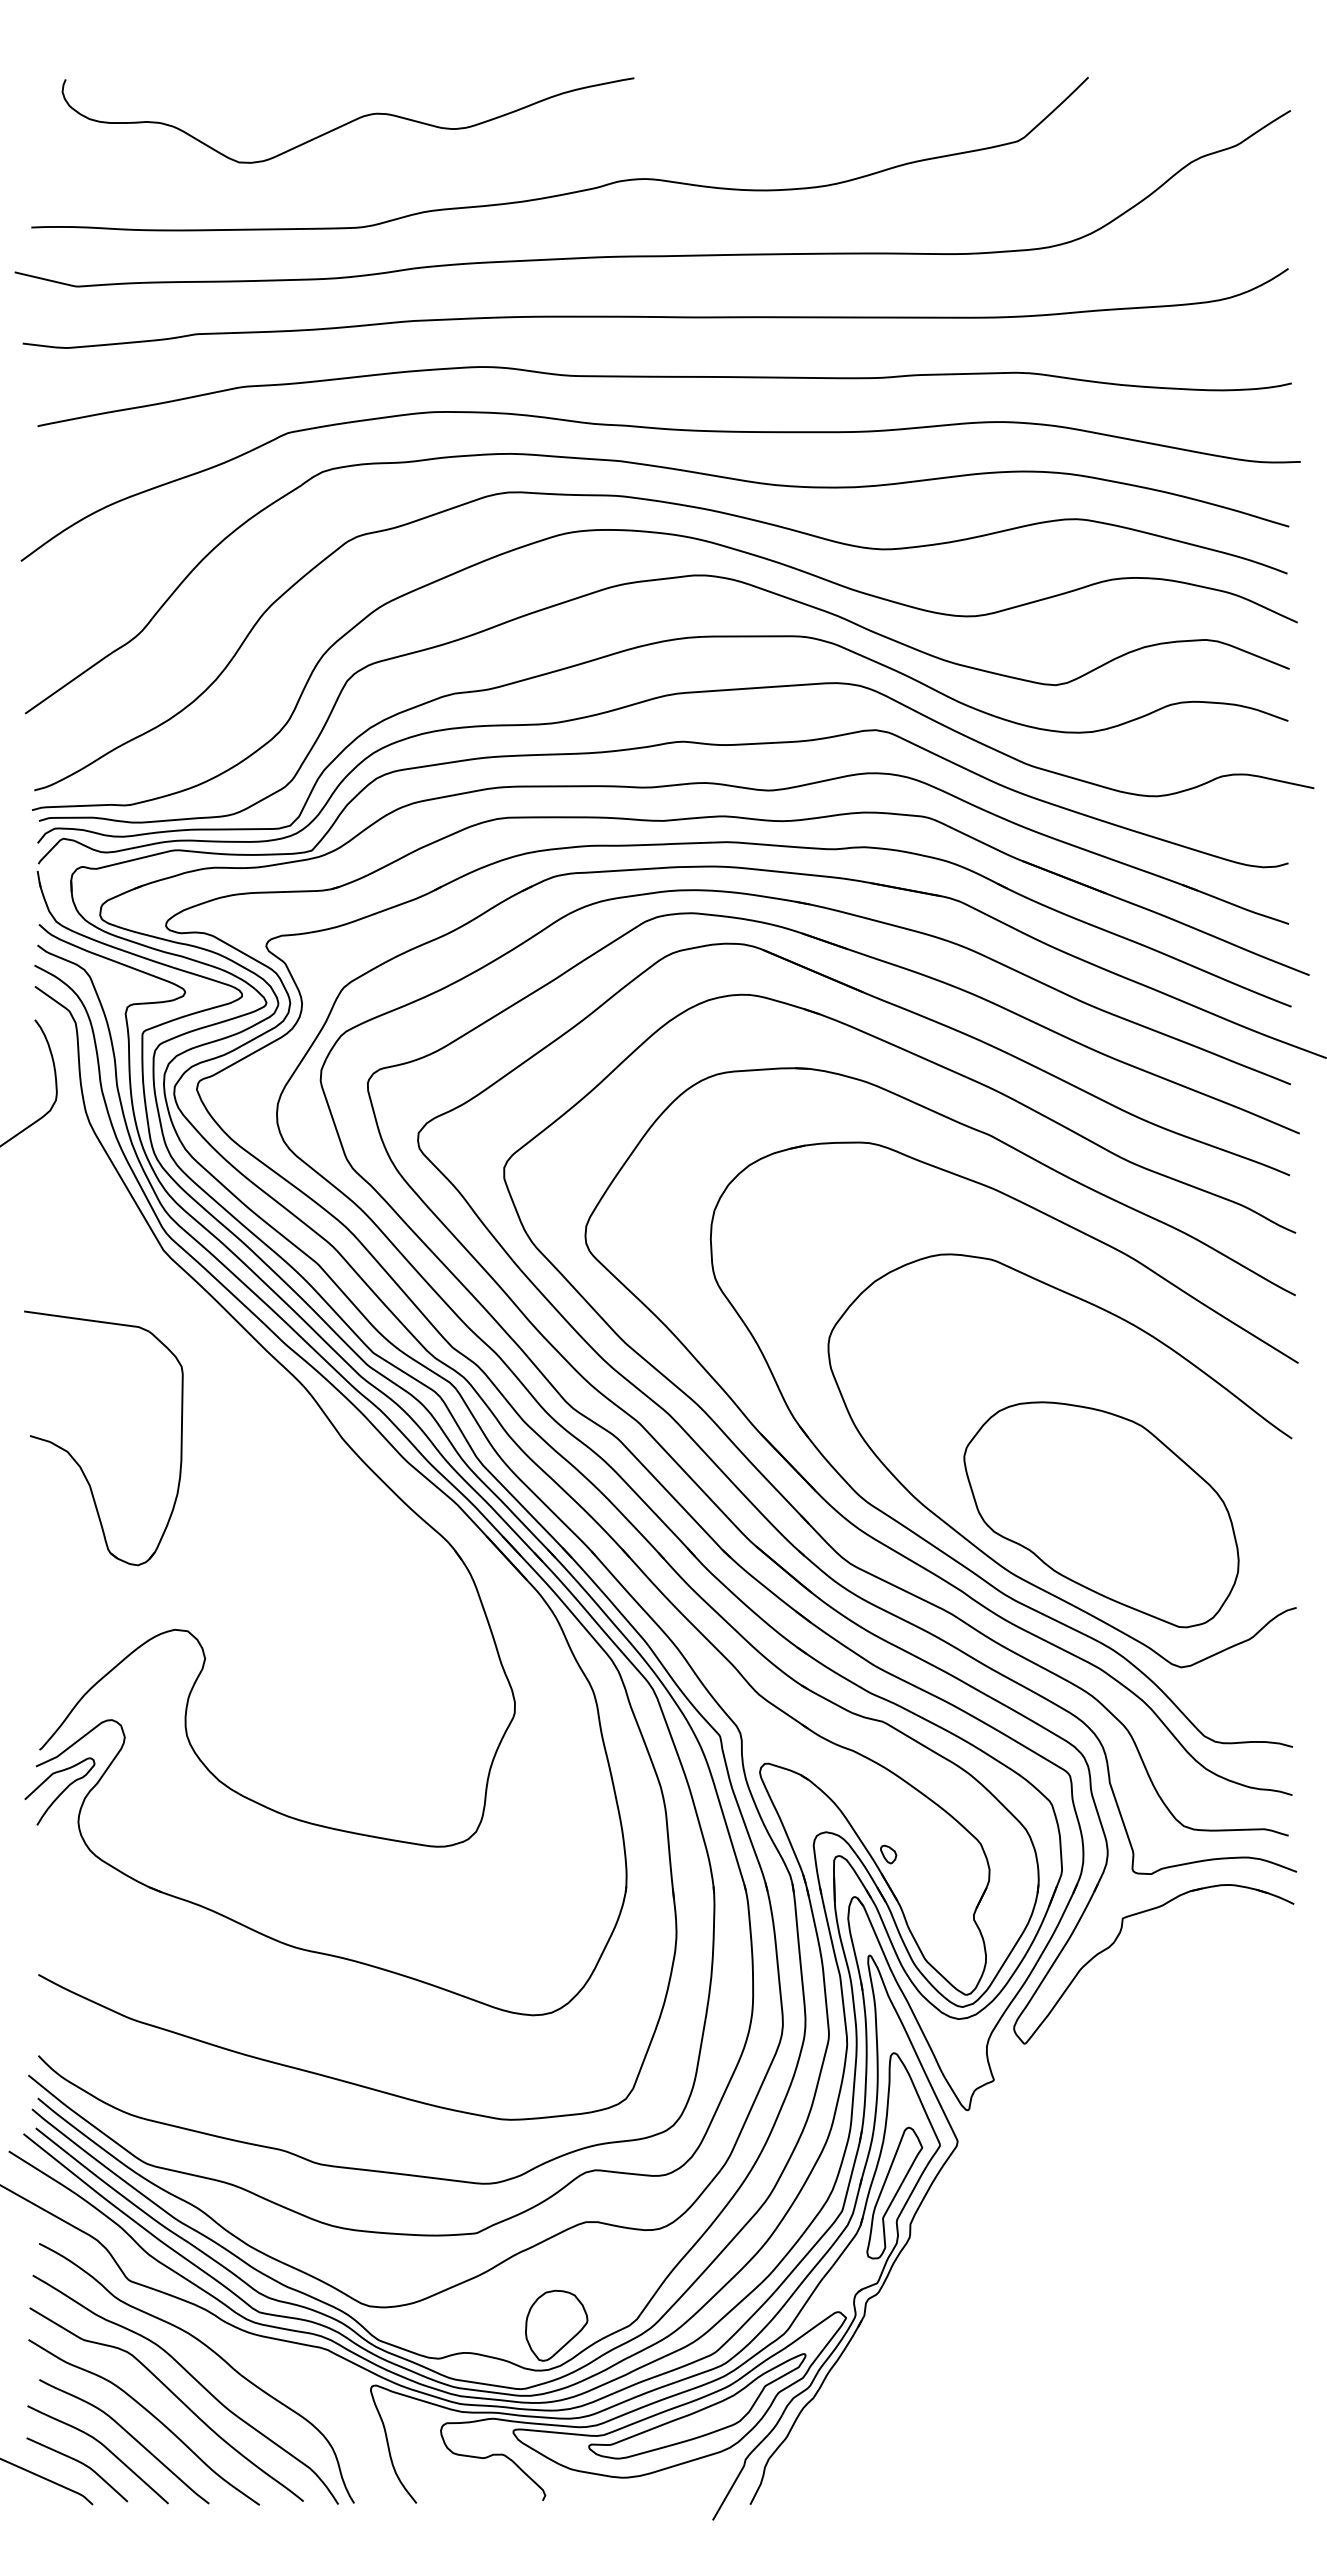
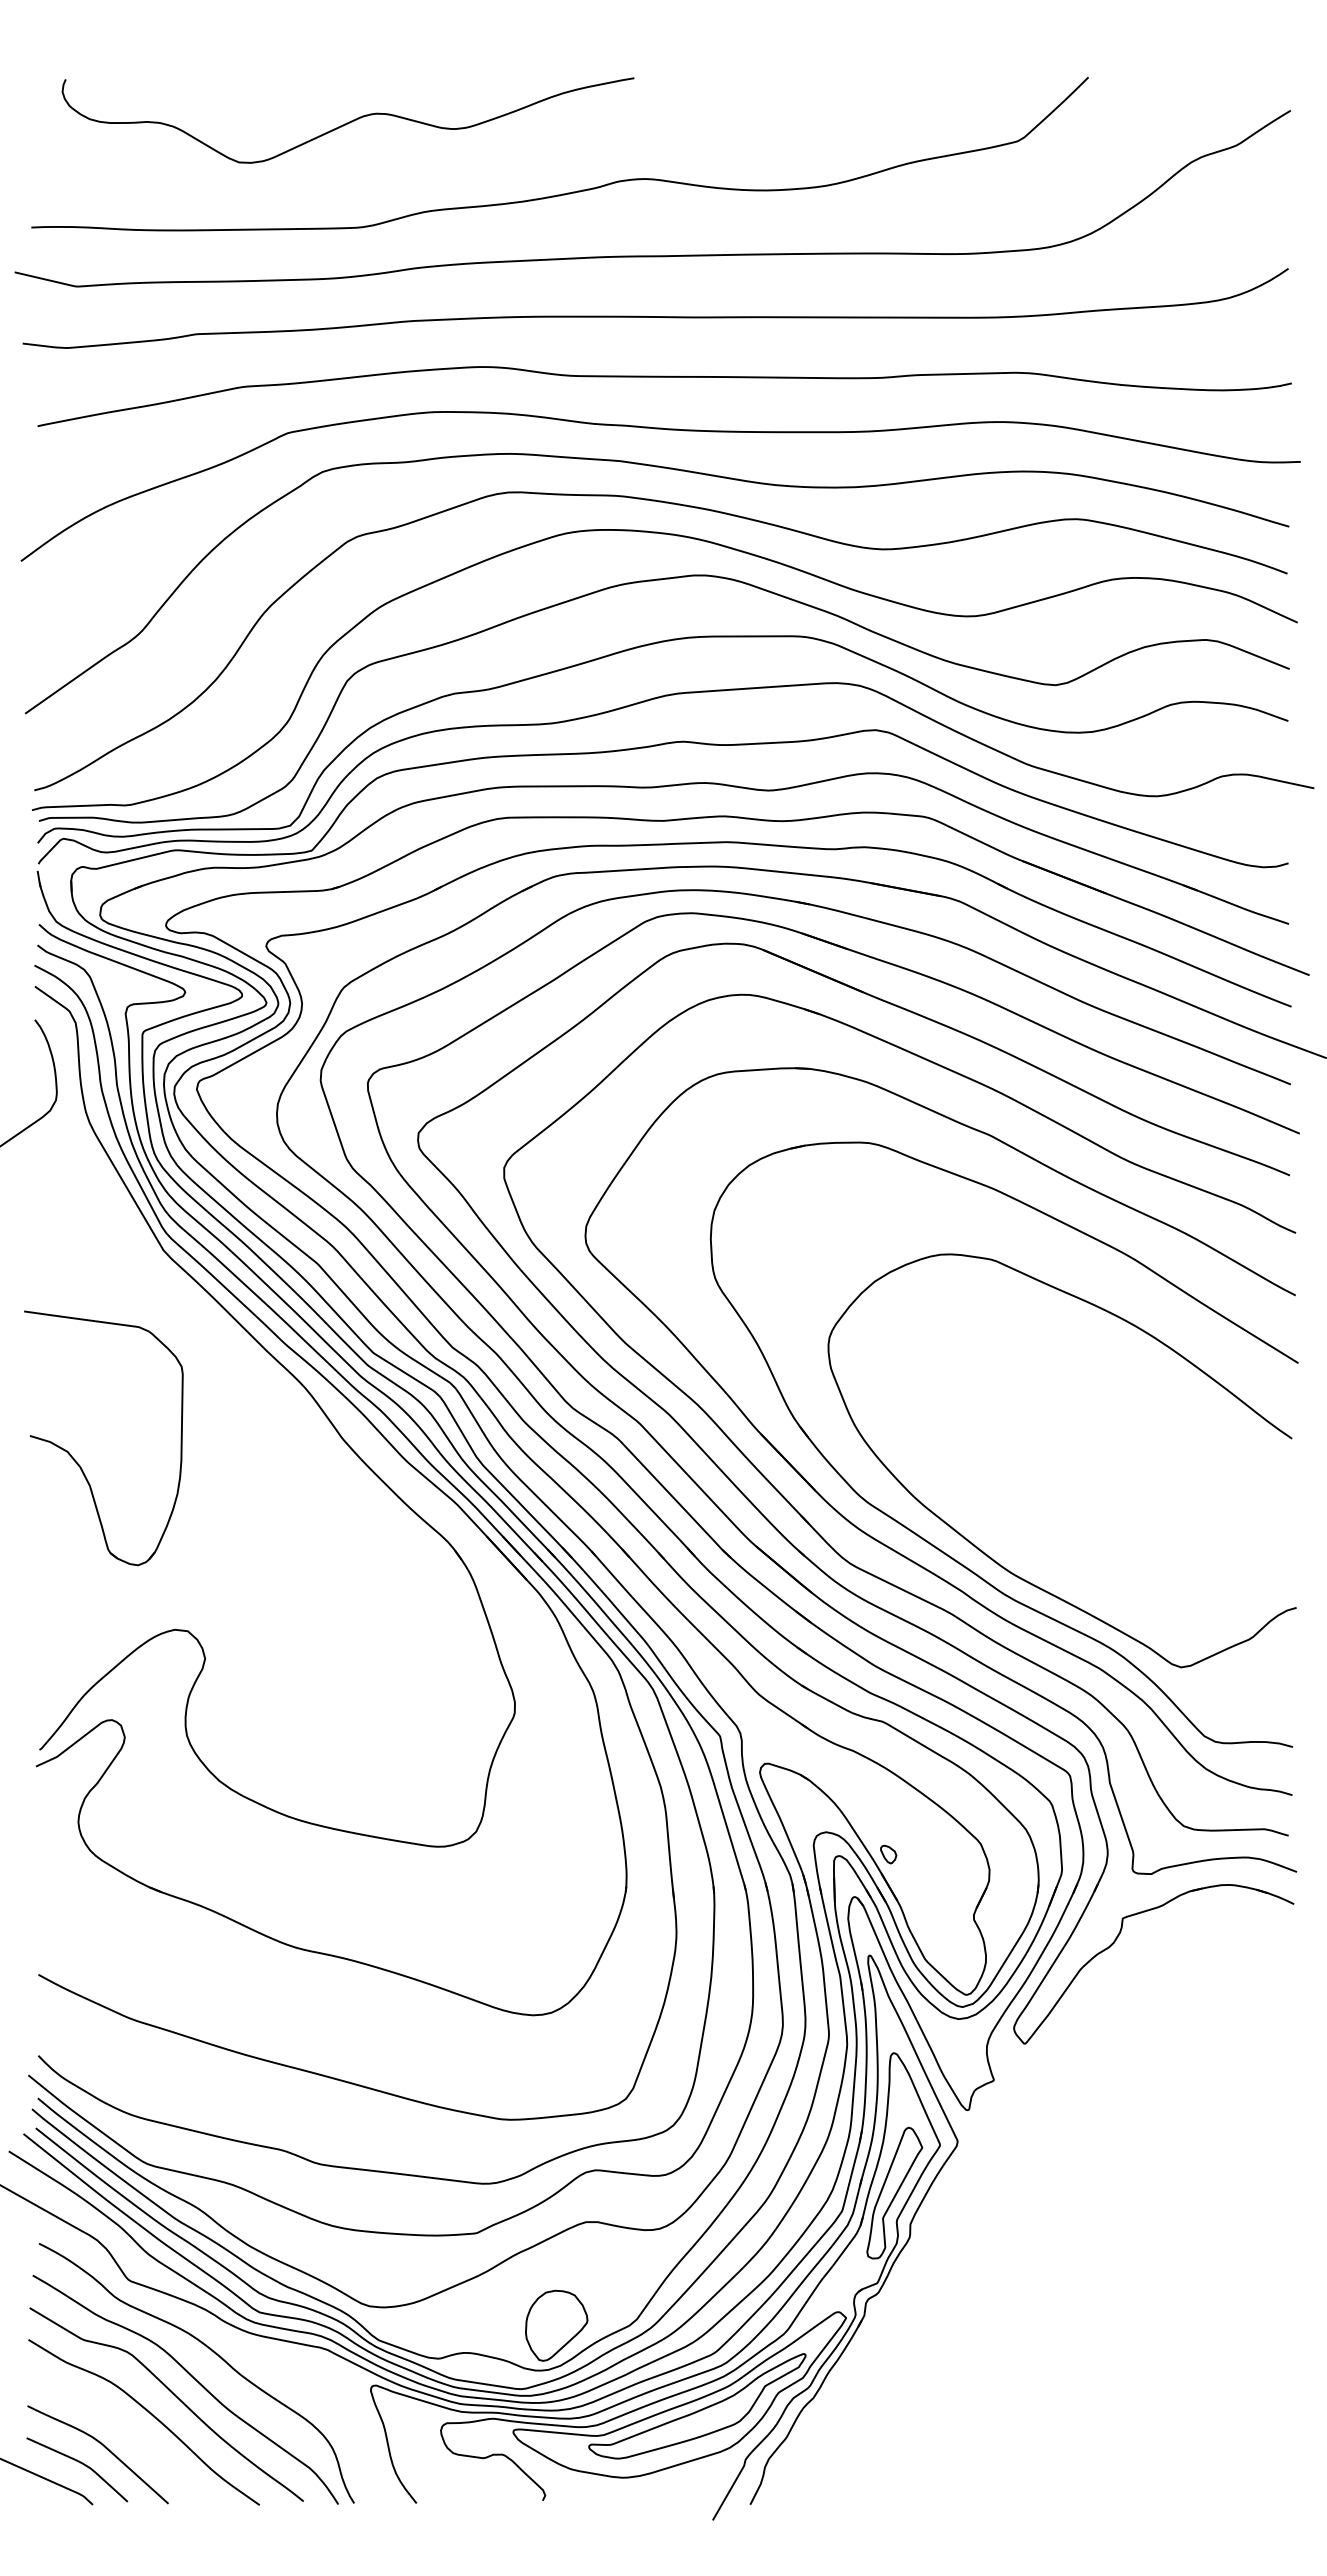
part at (1101, 1514): present -> none
curve at (61, 1791): present -> none
curve at (129, 2435): present -> none
